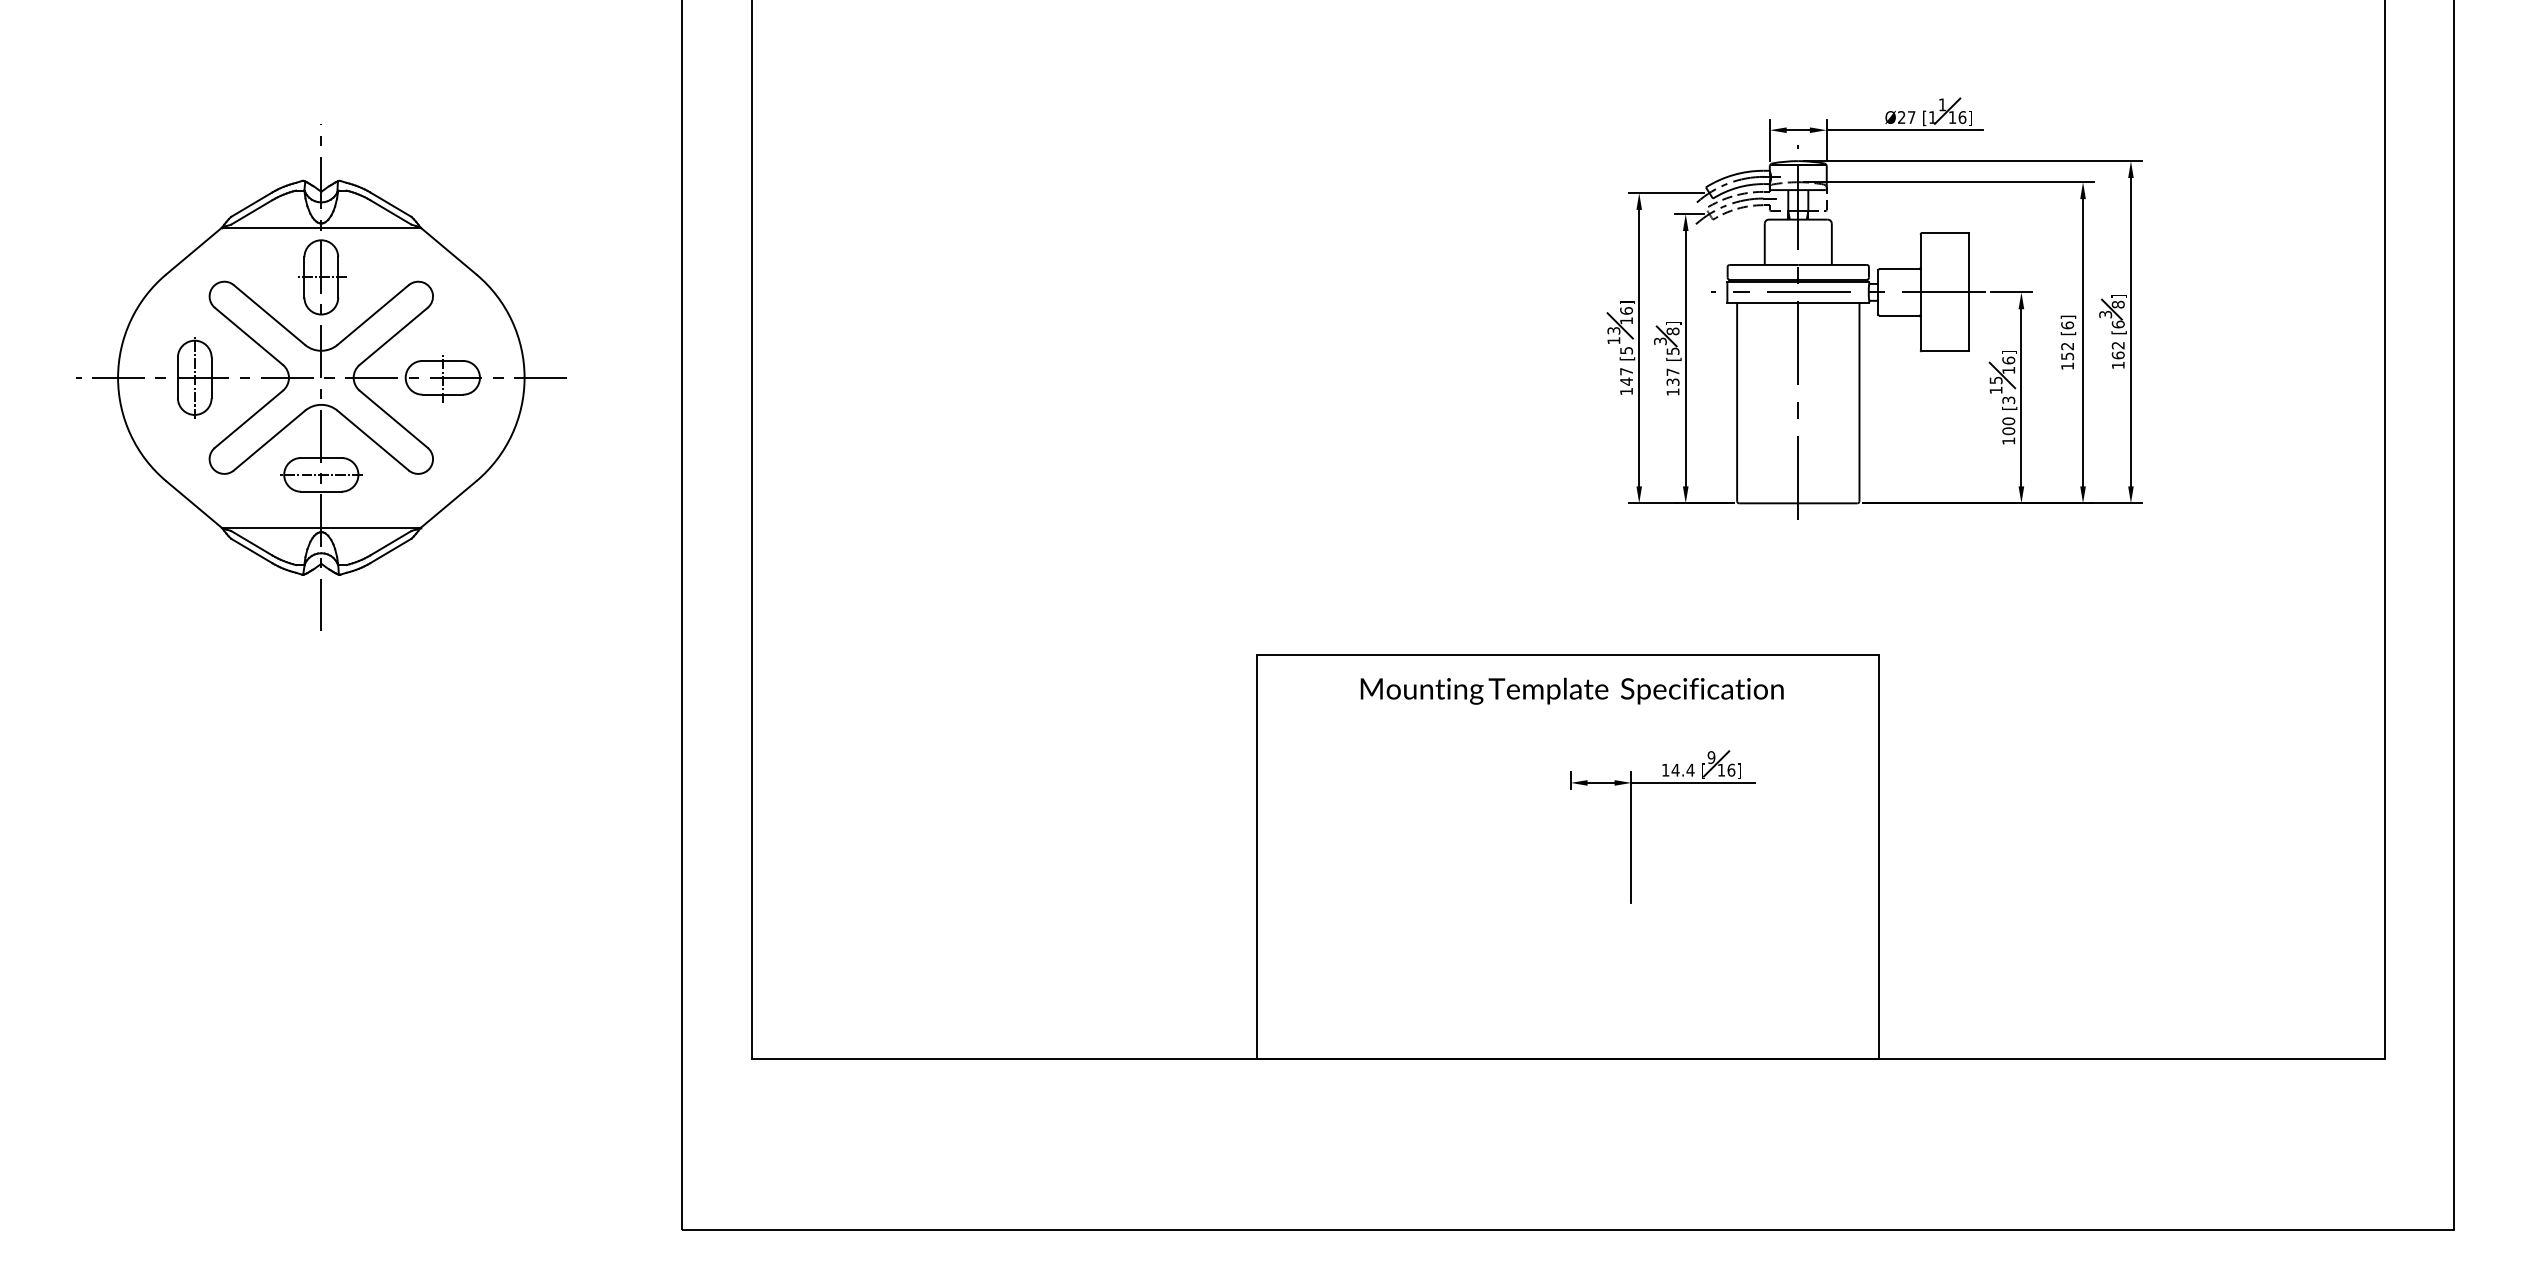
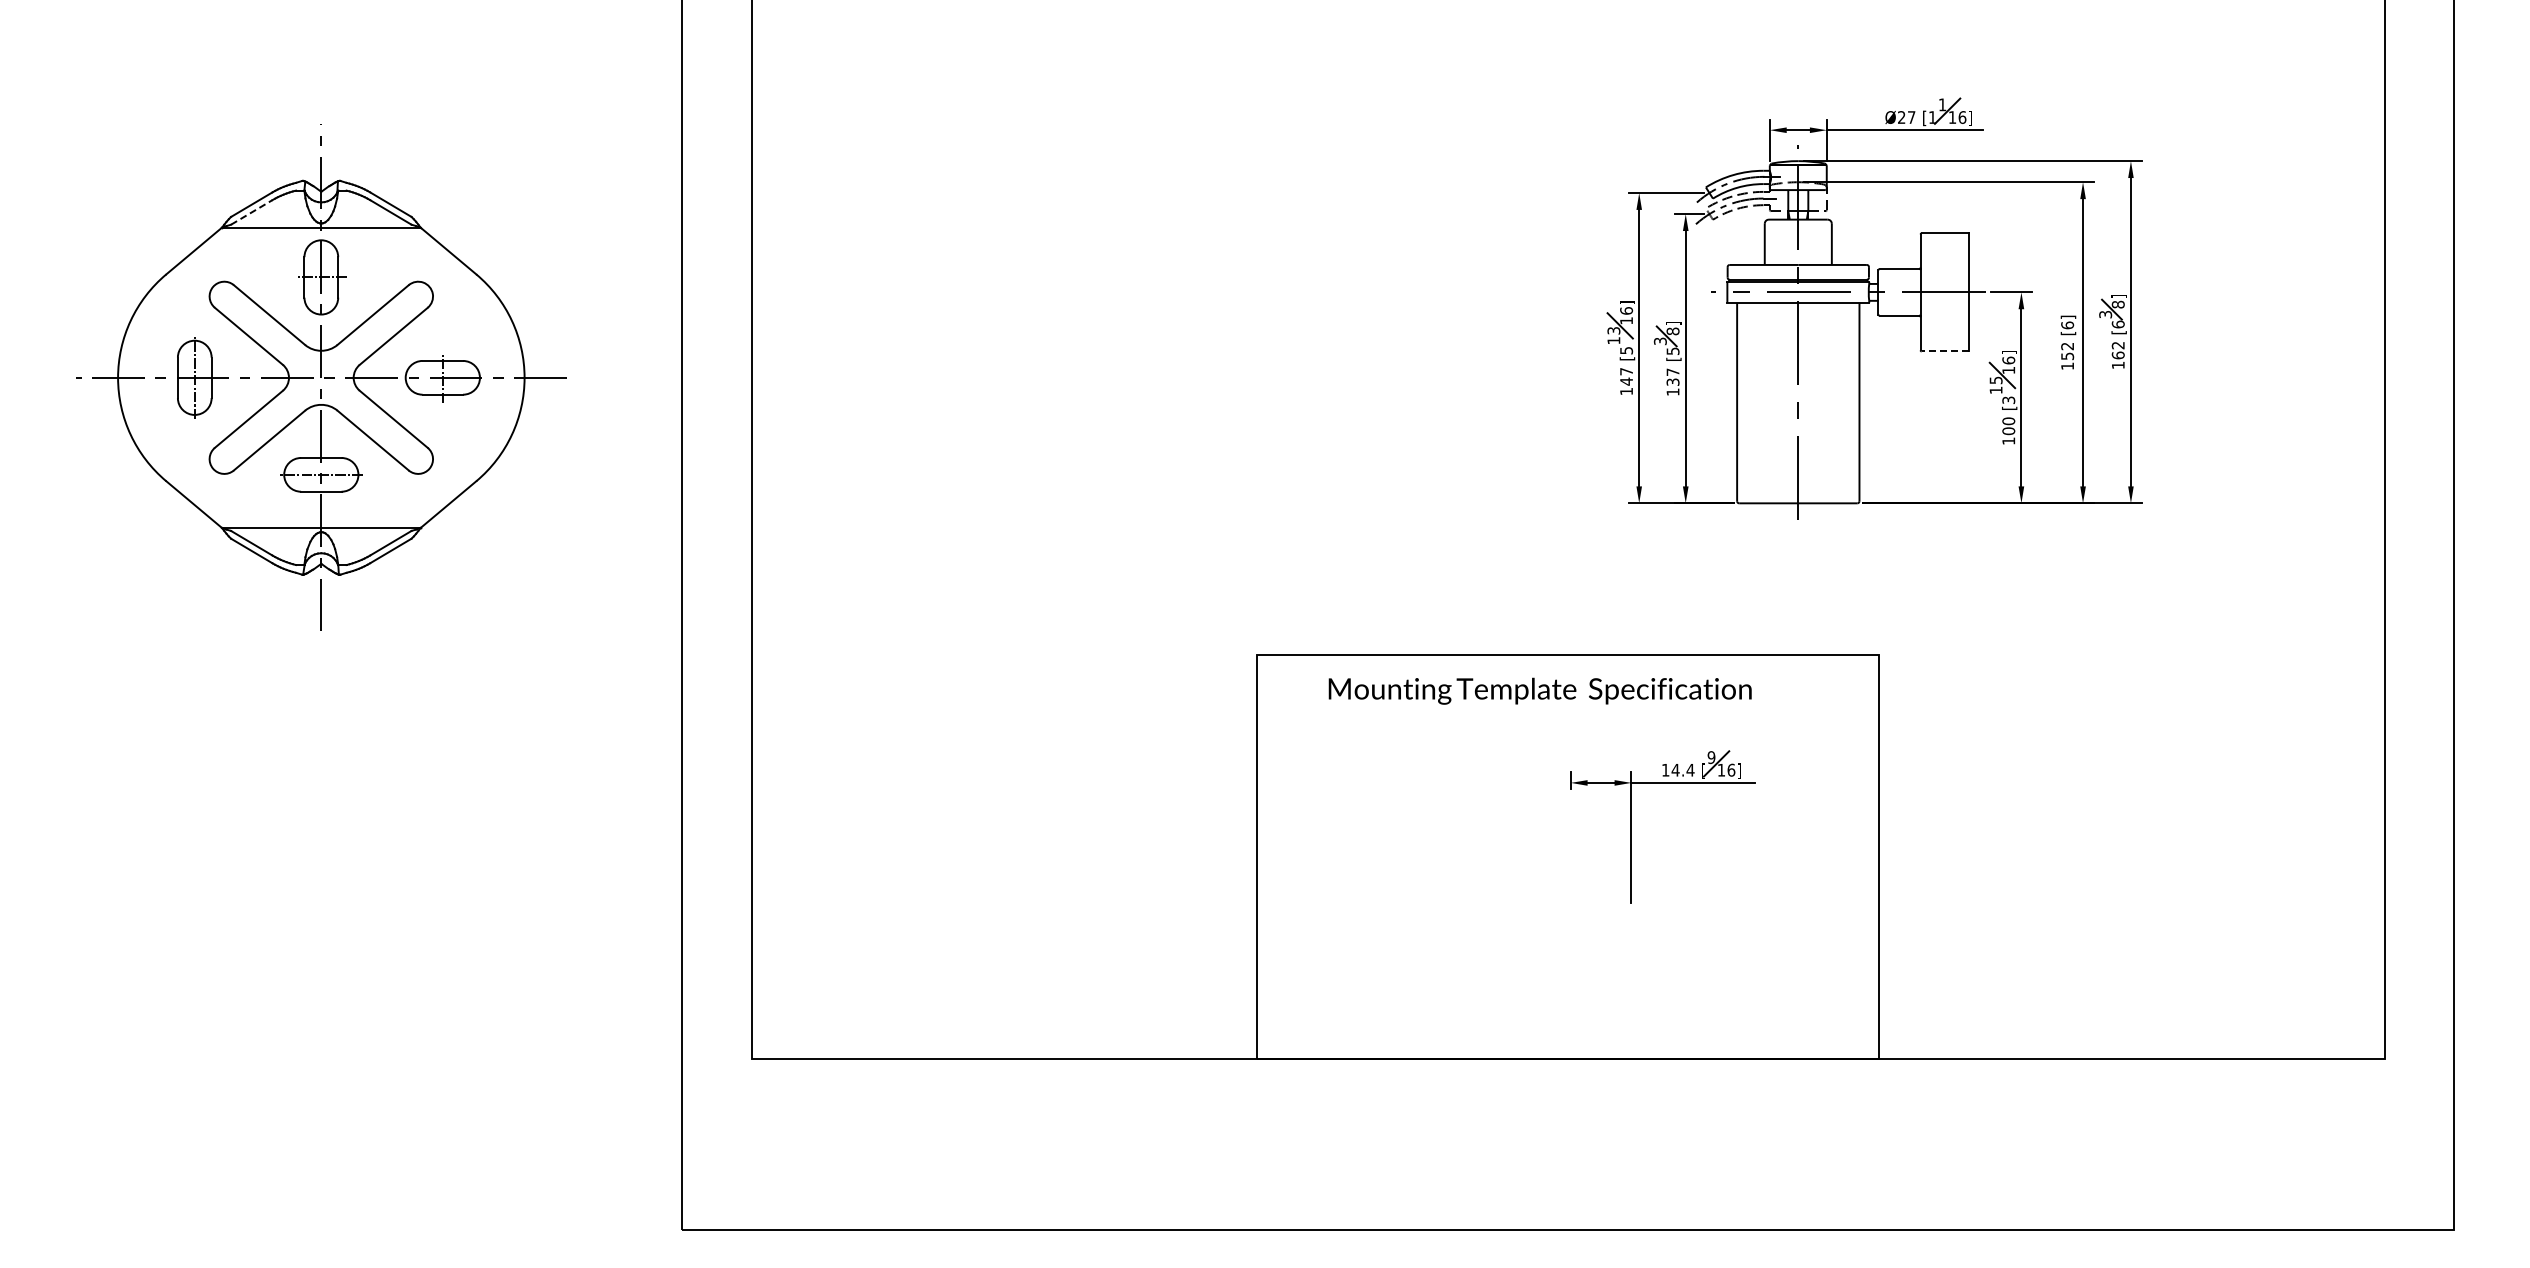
line at (252, 212): solid -> dashed
line at (1945, 351): solid -> dashed
text at (1571, 690) position: (1571, 690) -> (1539, 690)
